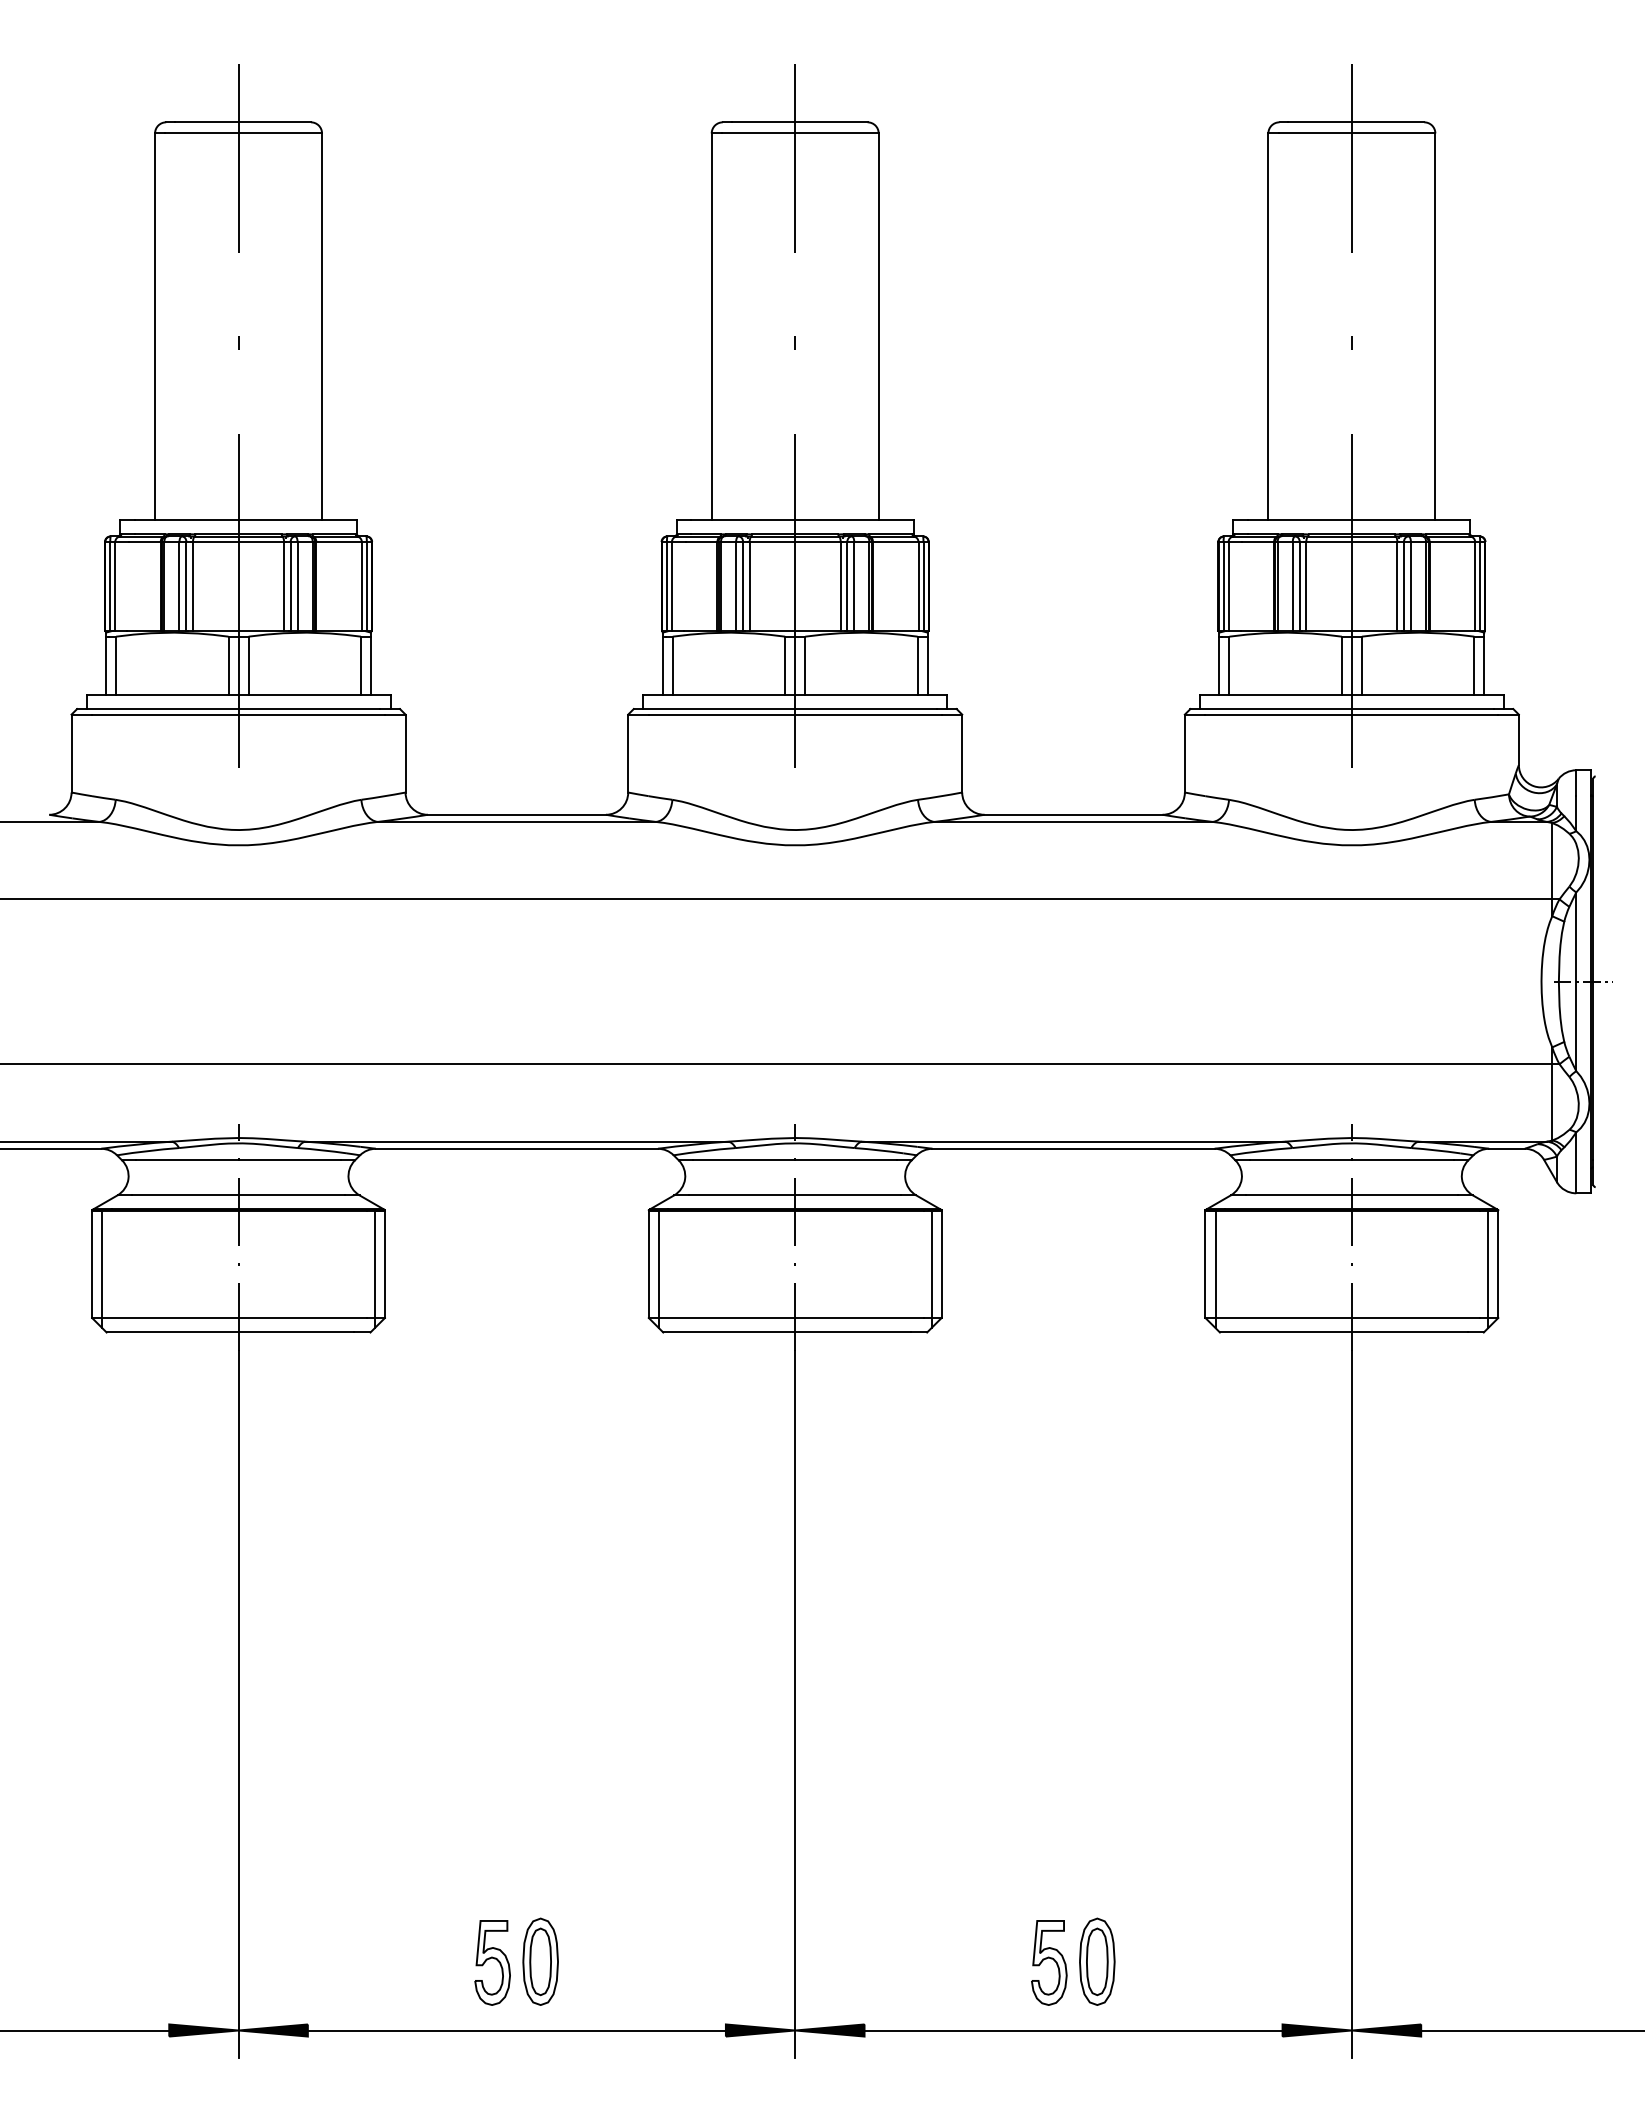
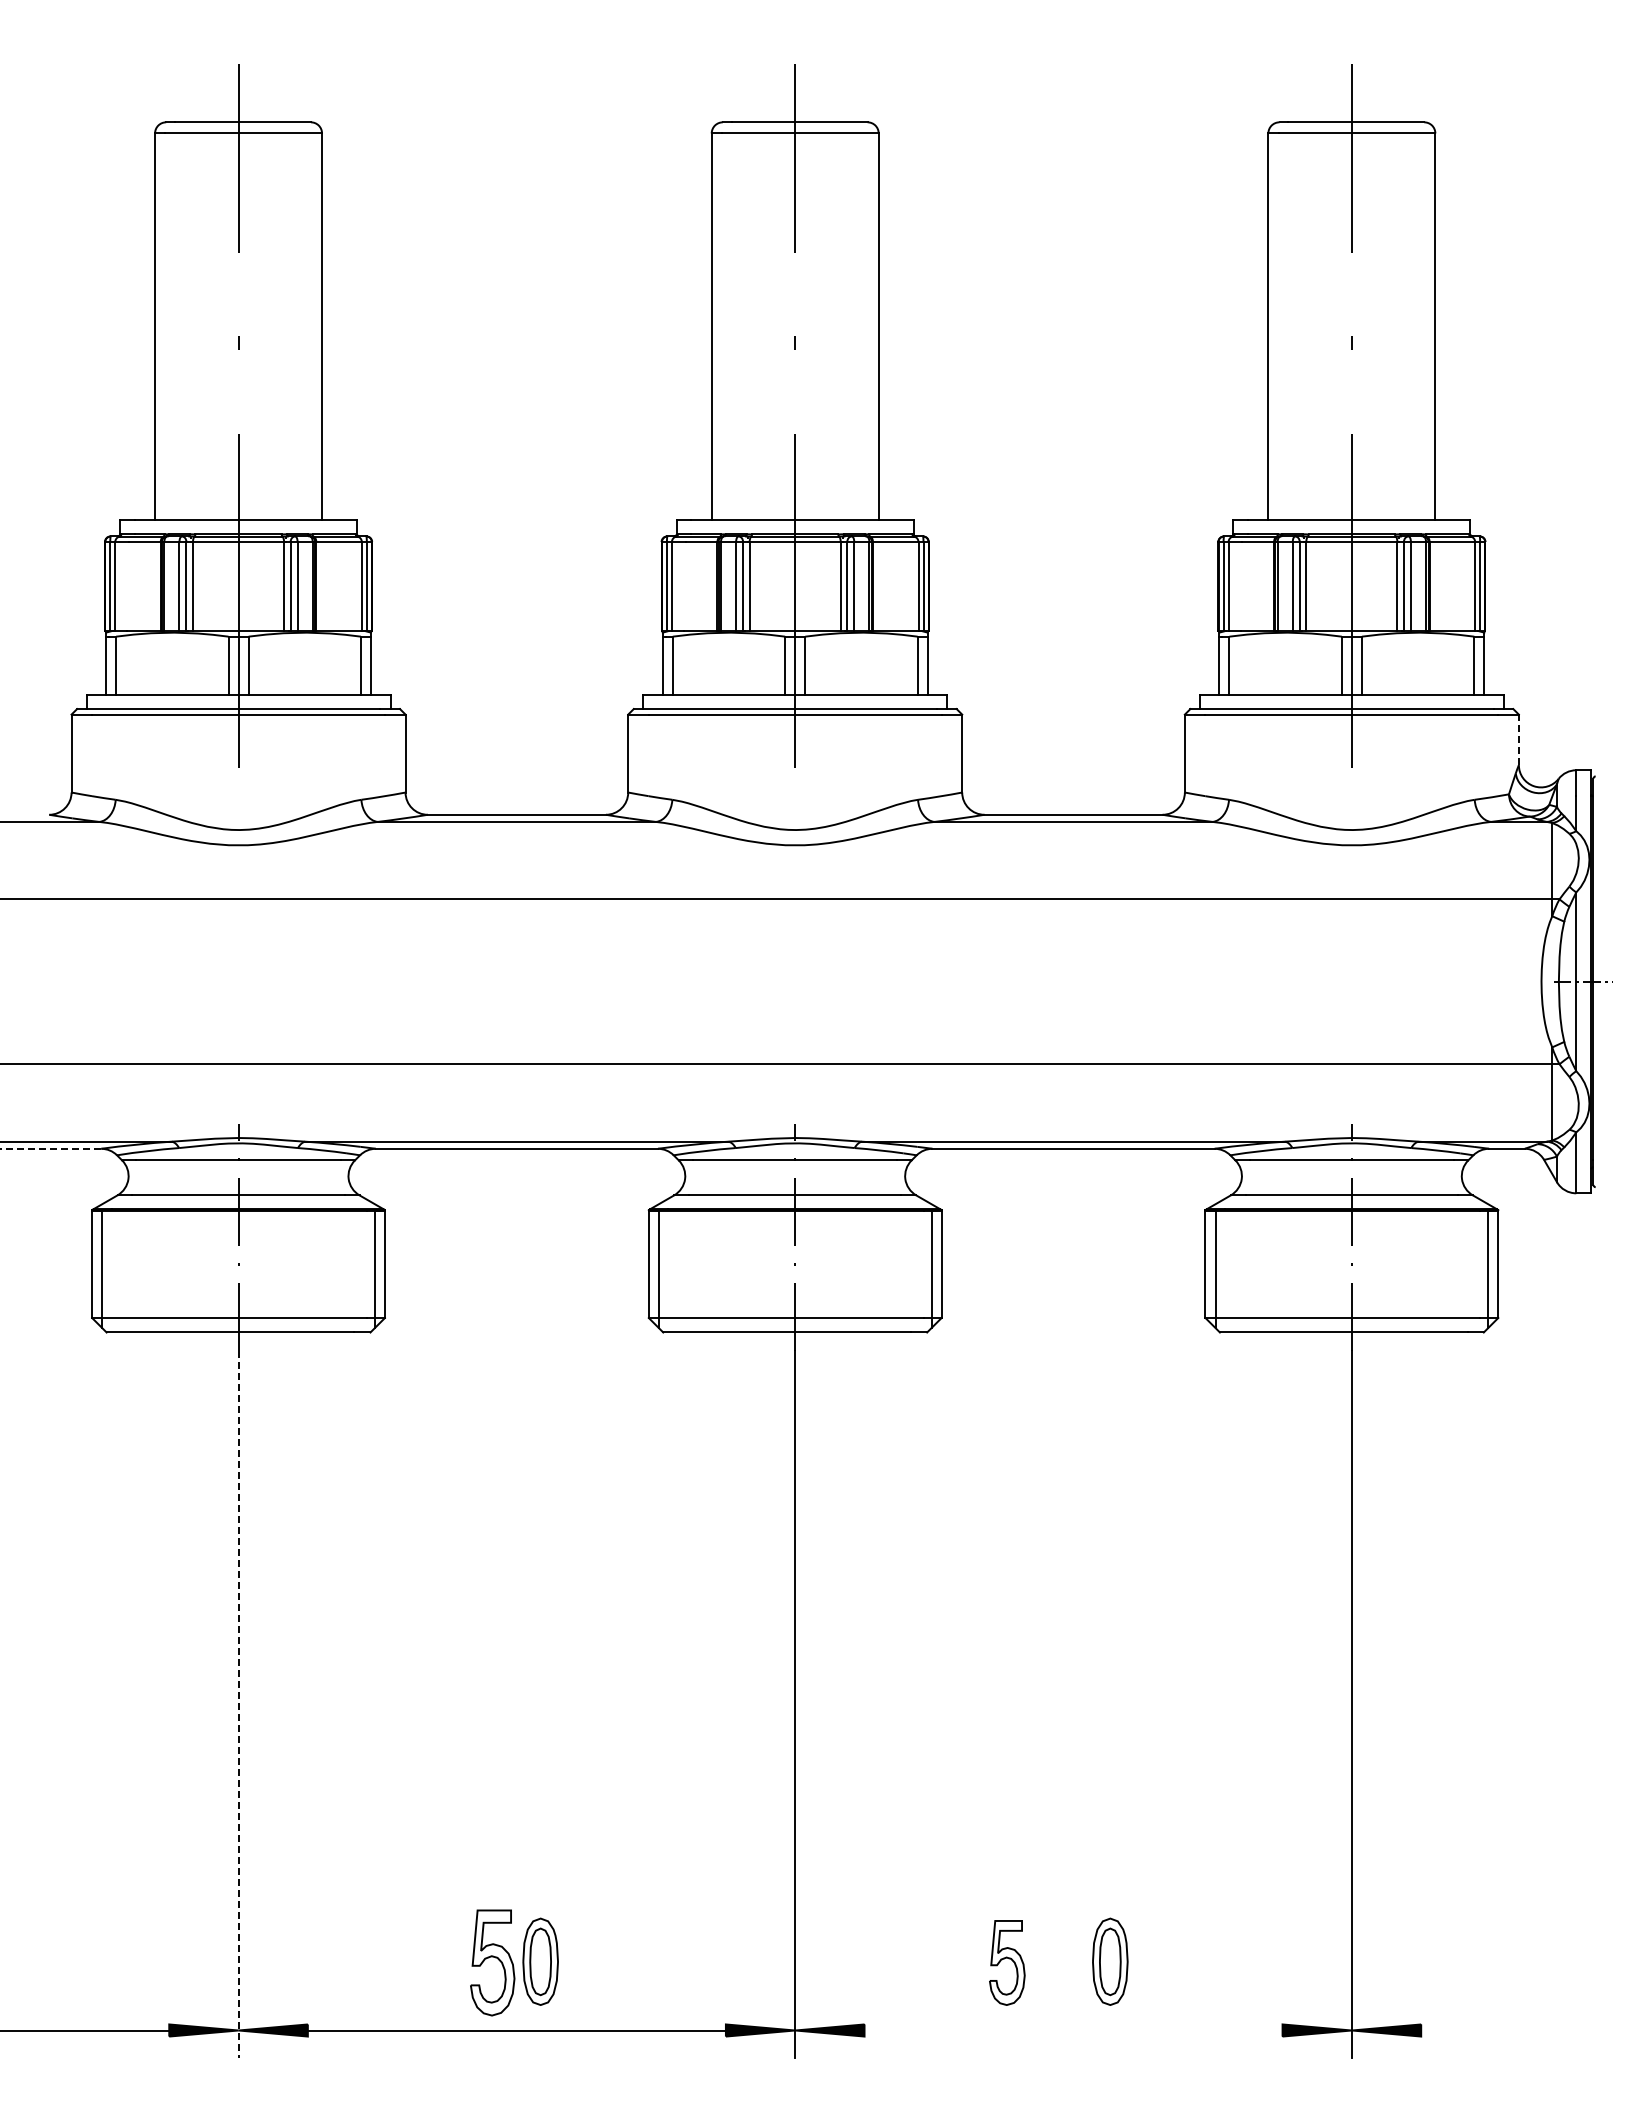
line at (1518, 739): solid -> dashed
line at (51, 1148): solid -> dashed
line at (238, 1705): solid -> dashed
part at (1097, 1961) position: (1097, 1961) -> (1110, 1961)
part at (492, 1962) size: 37x86 px -> 46x108 px
part at (1049, 1962) position: (1049, 1962) -> (1007, 1962)
line at (1073, 2030): present -> none
line at (1531, 2030): present -> none
